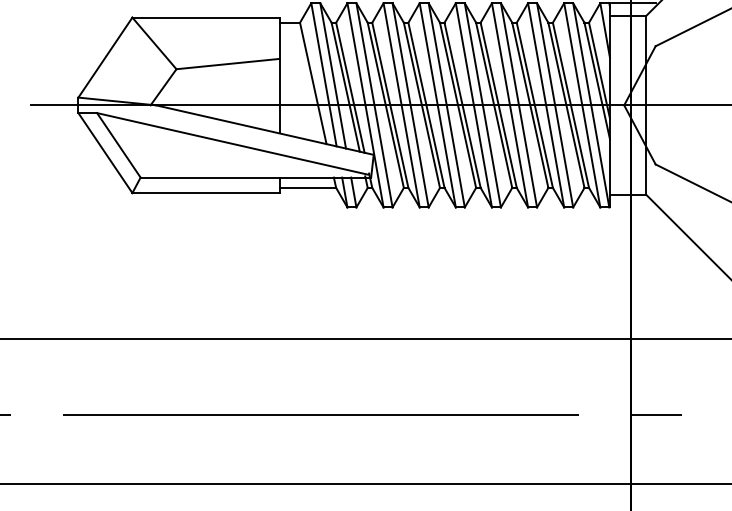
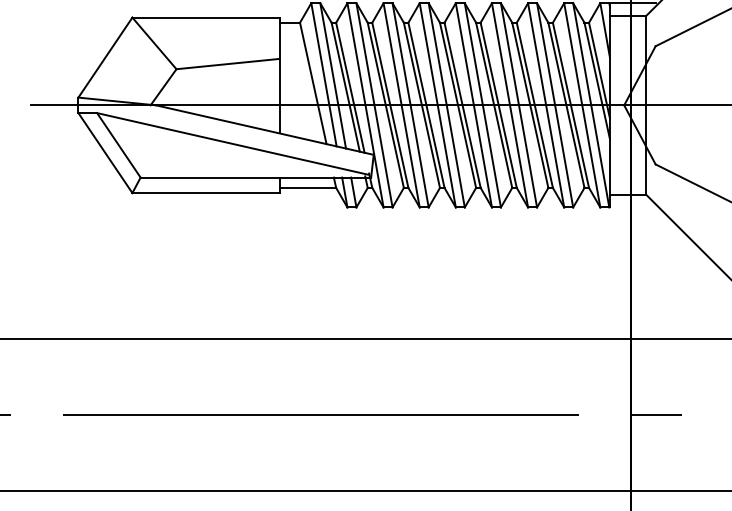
line at (365, 484) position: (365, 484) -> (365, 491)
